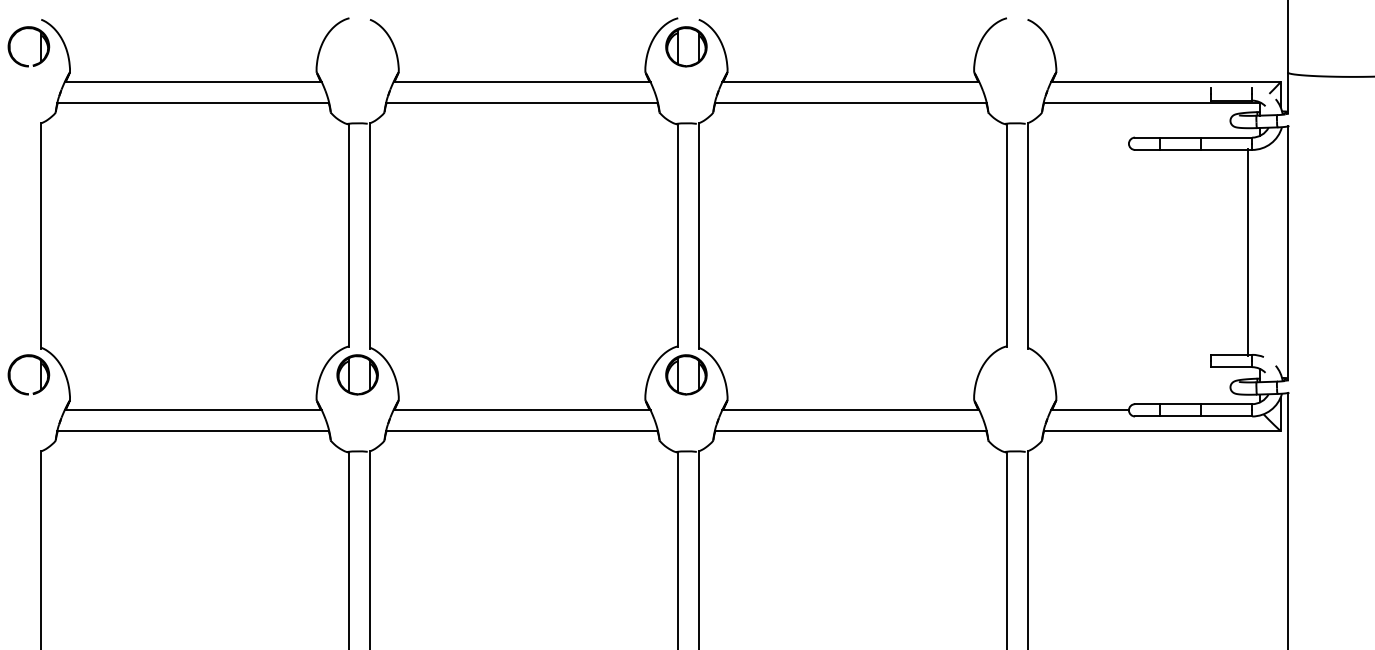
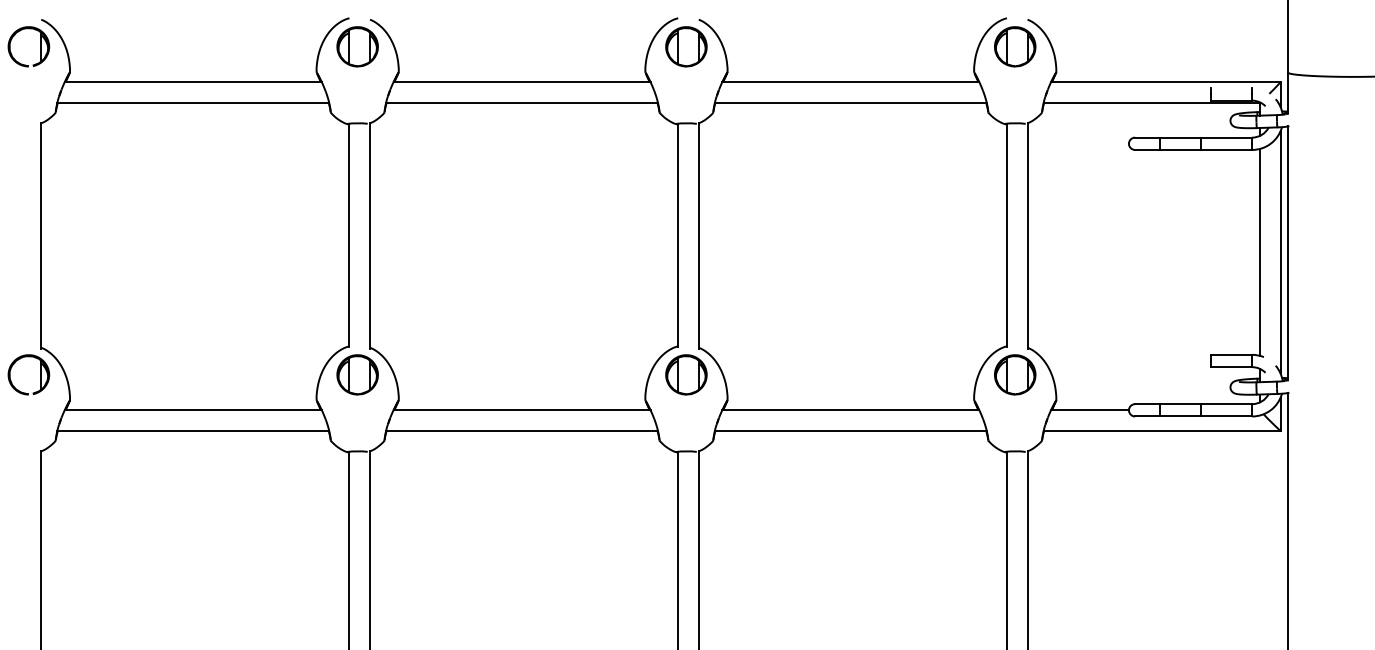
part at (357, 46): none -> present
part at (1015, 46): none -> present
line at (1247, 251) position: (1247, 251) -> (1259, 251)
line at (1280, 252): none -> present
part at (1015, 374): none -> present
